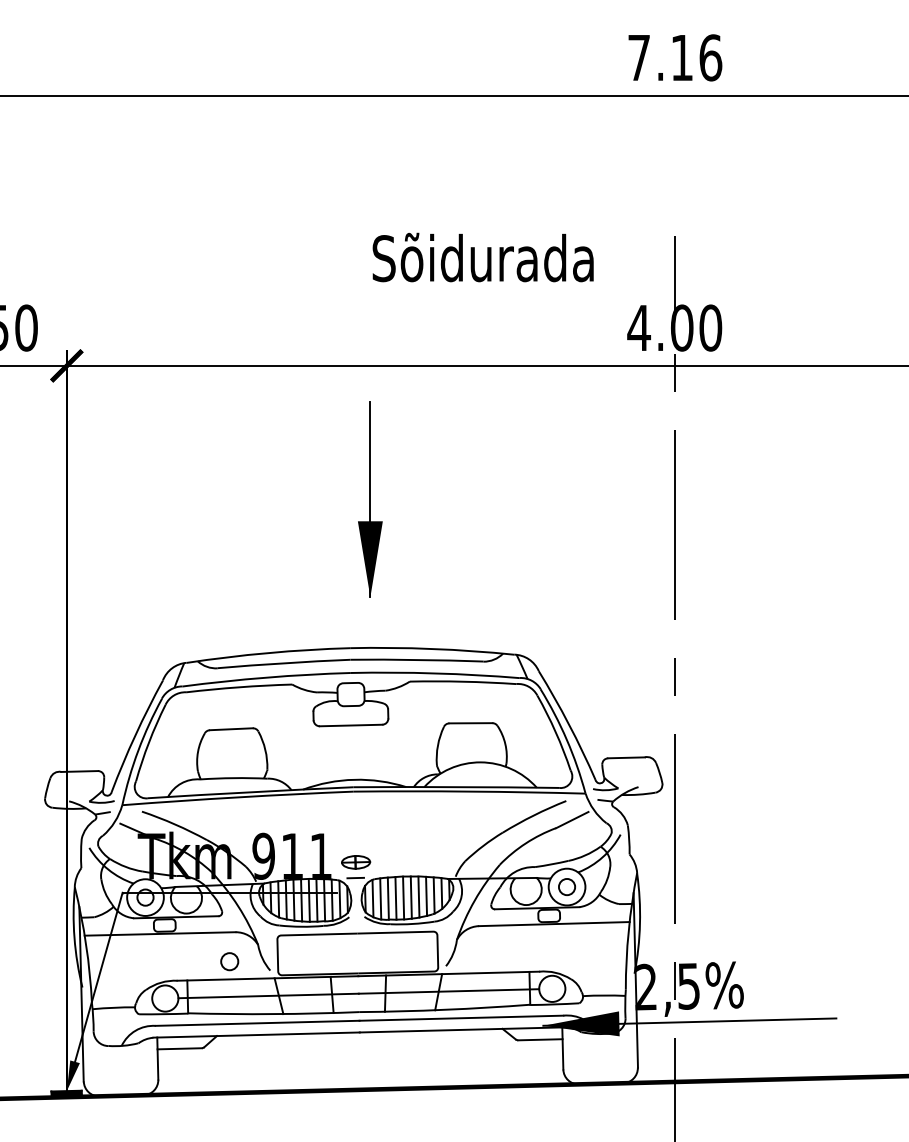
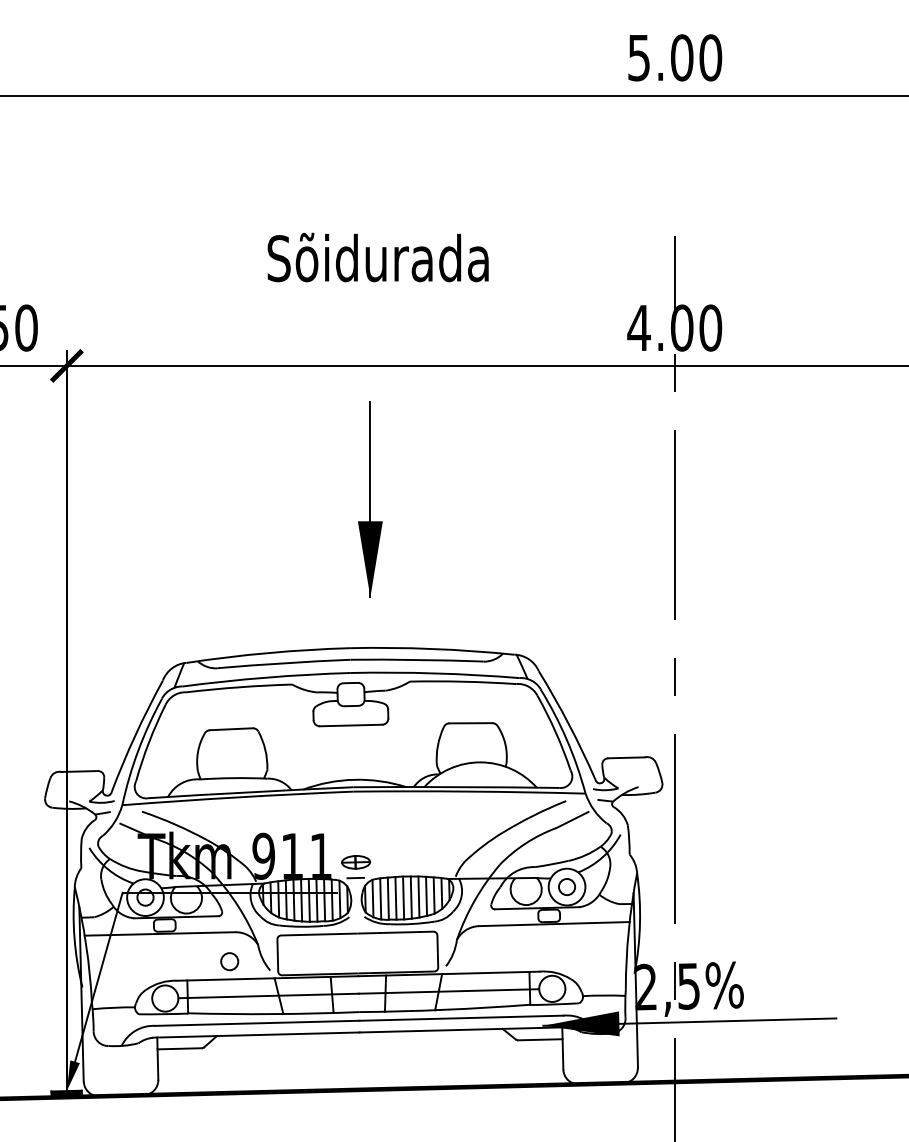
text at (675, 57): 7.16 -> 5.00
text at (482, 257) position: (482, 257) -> (377, 257)
